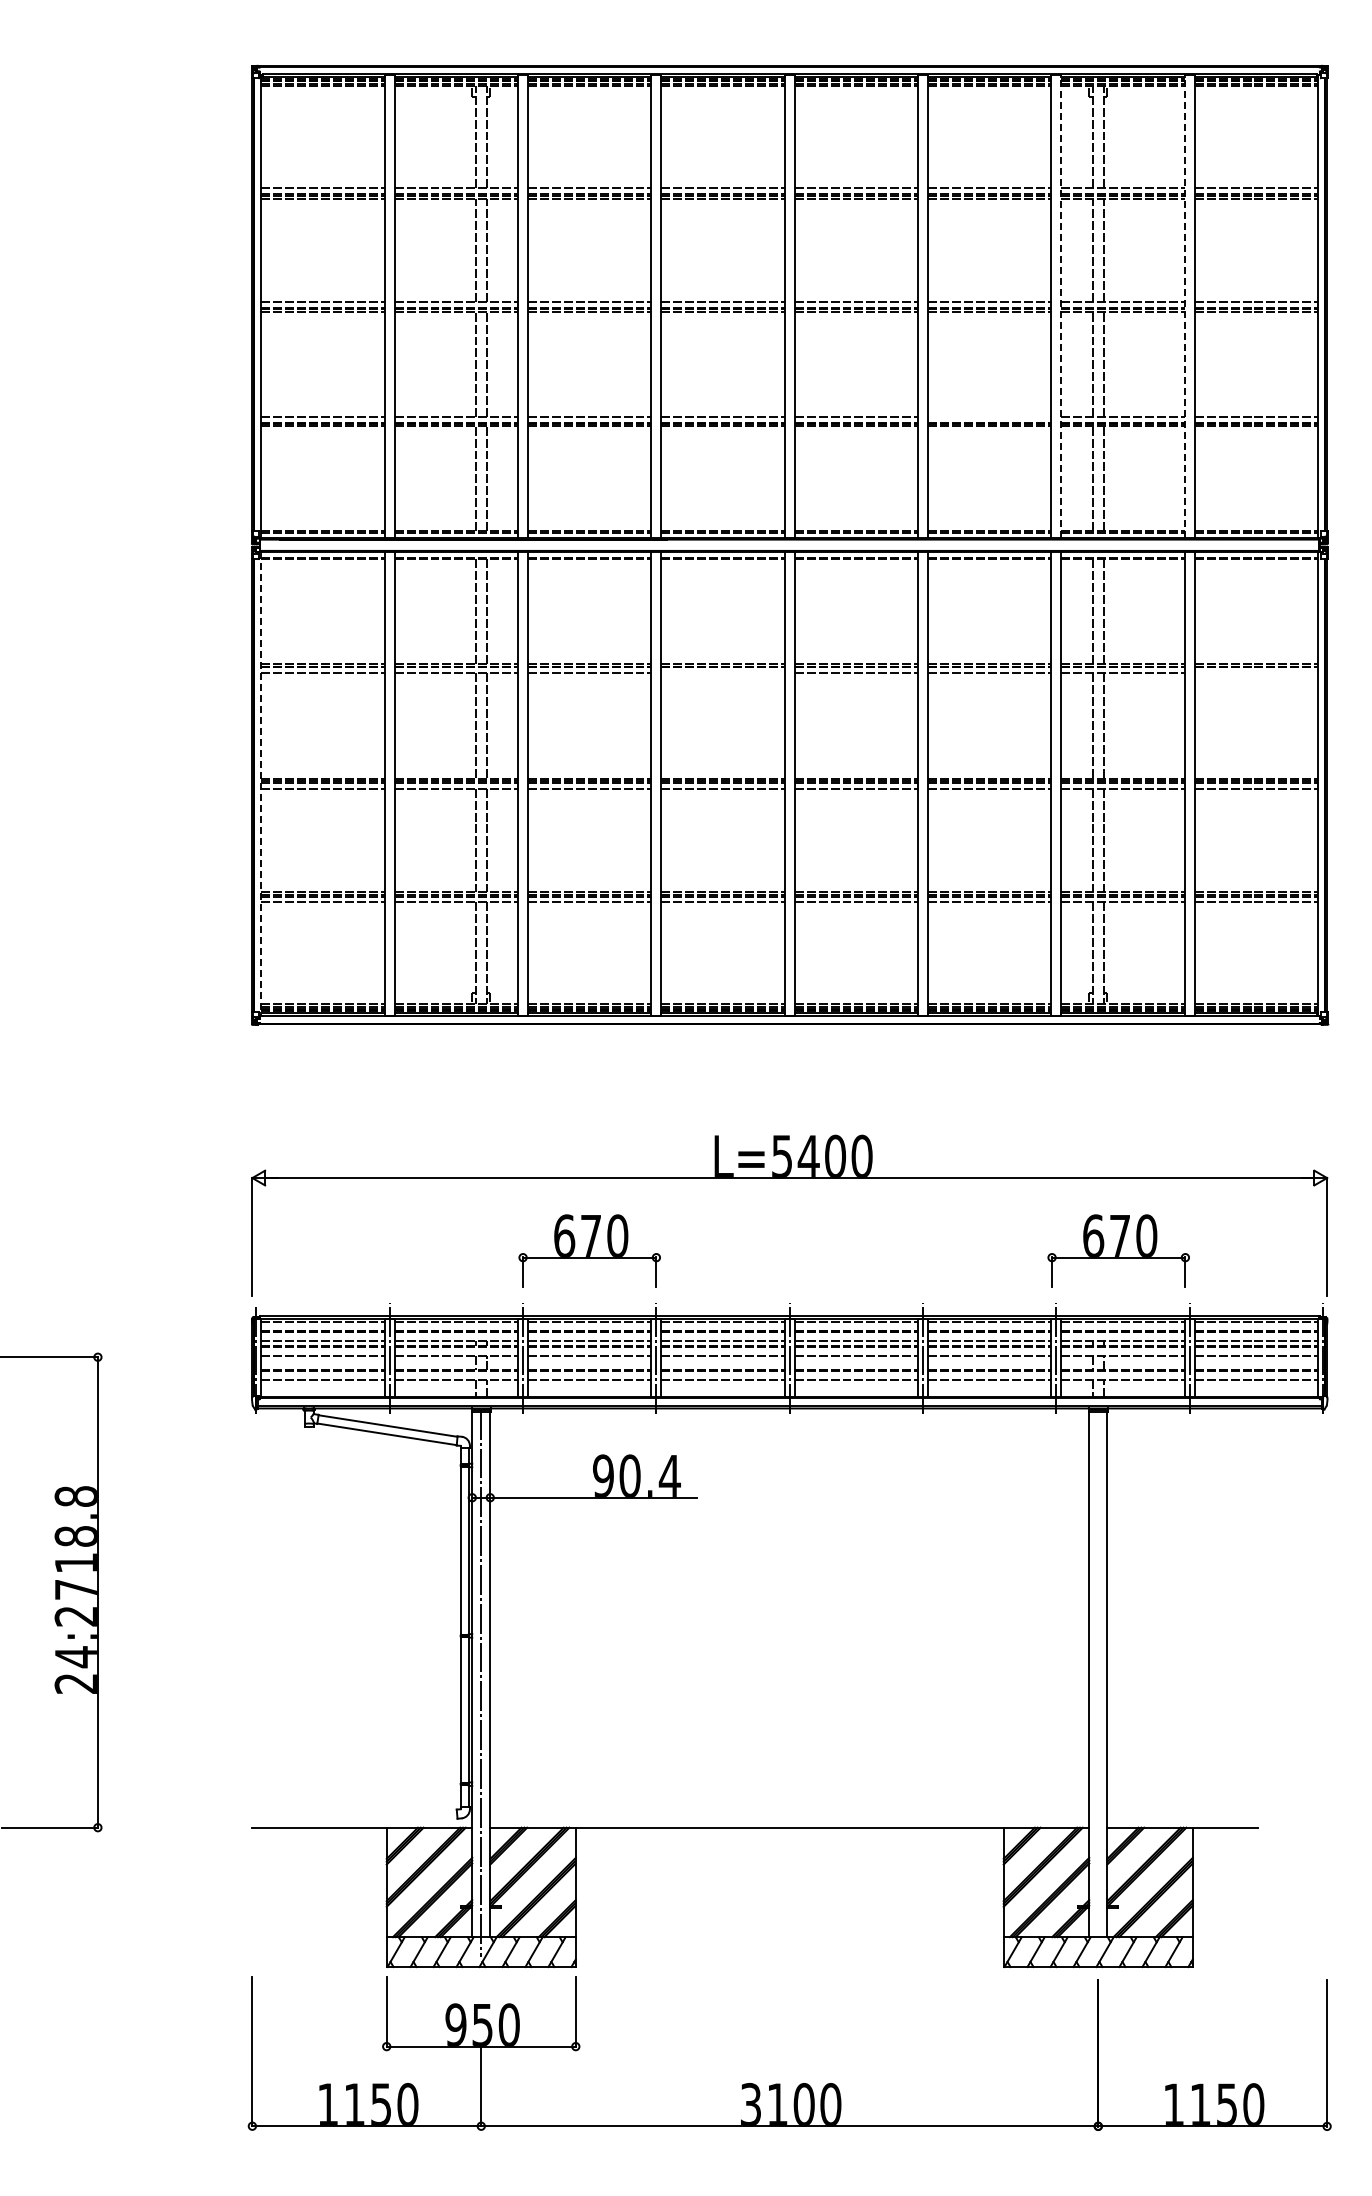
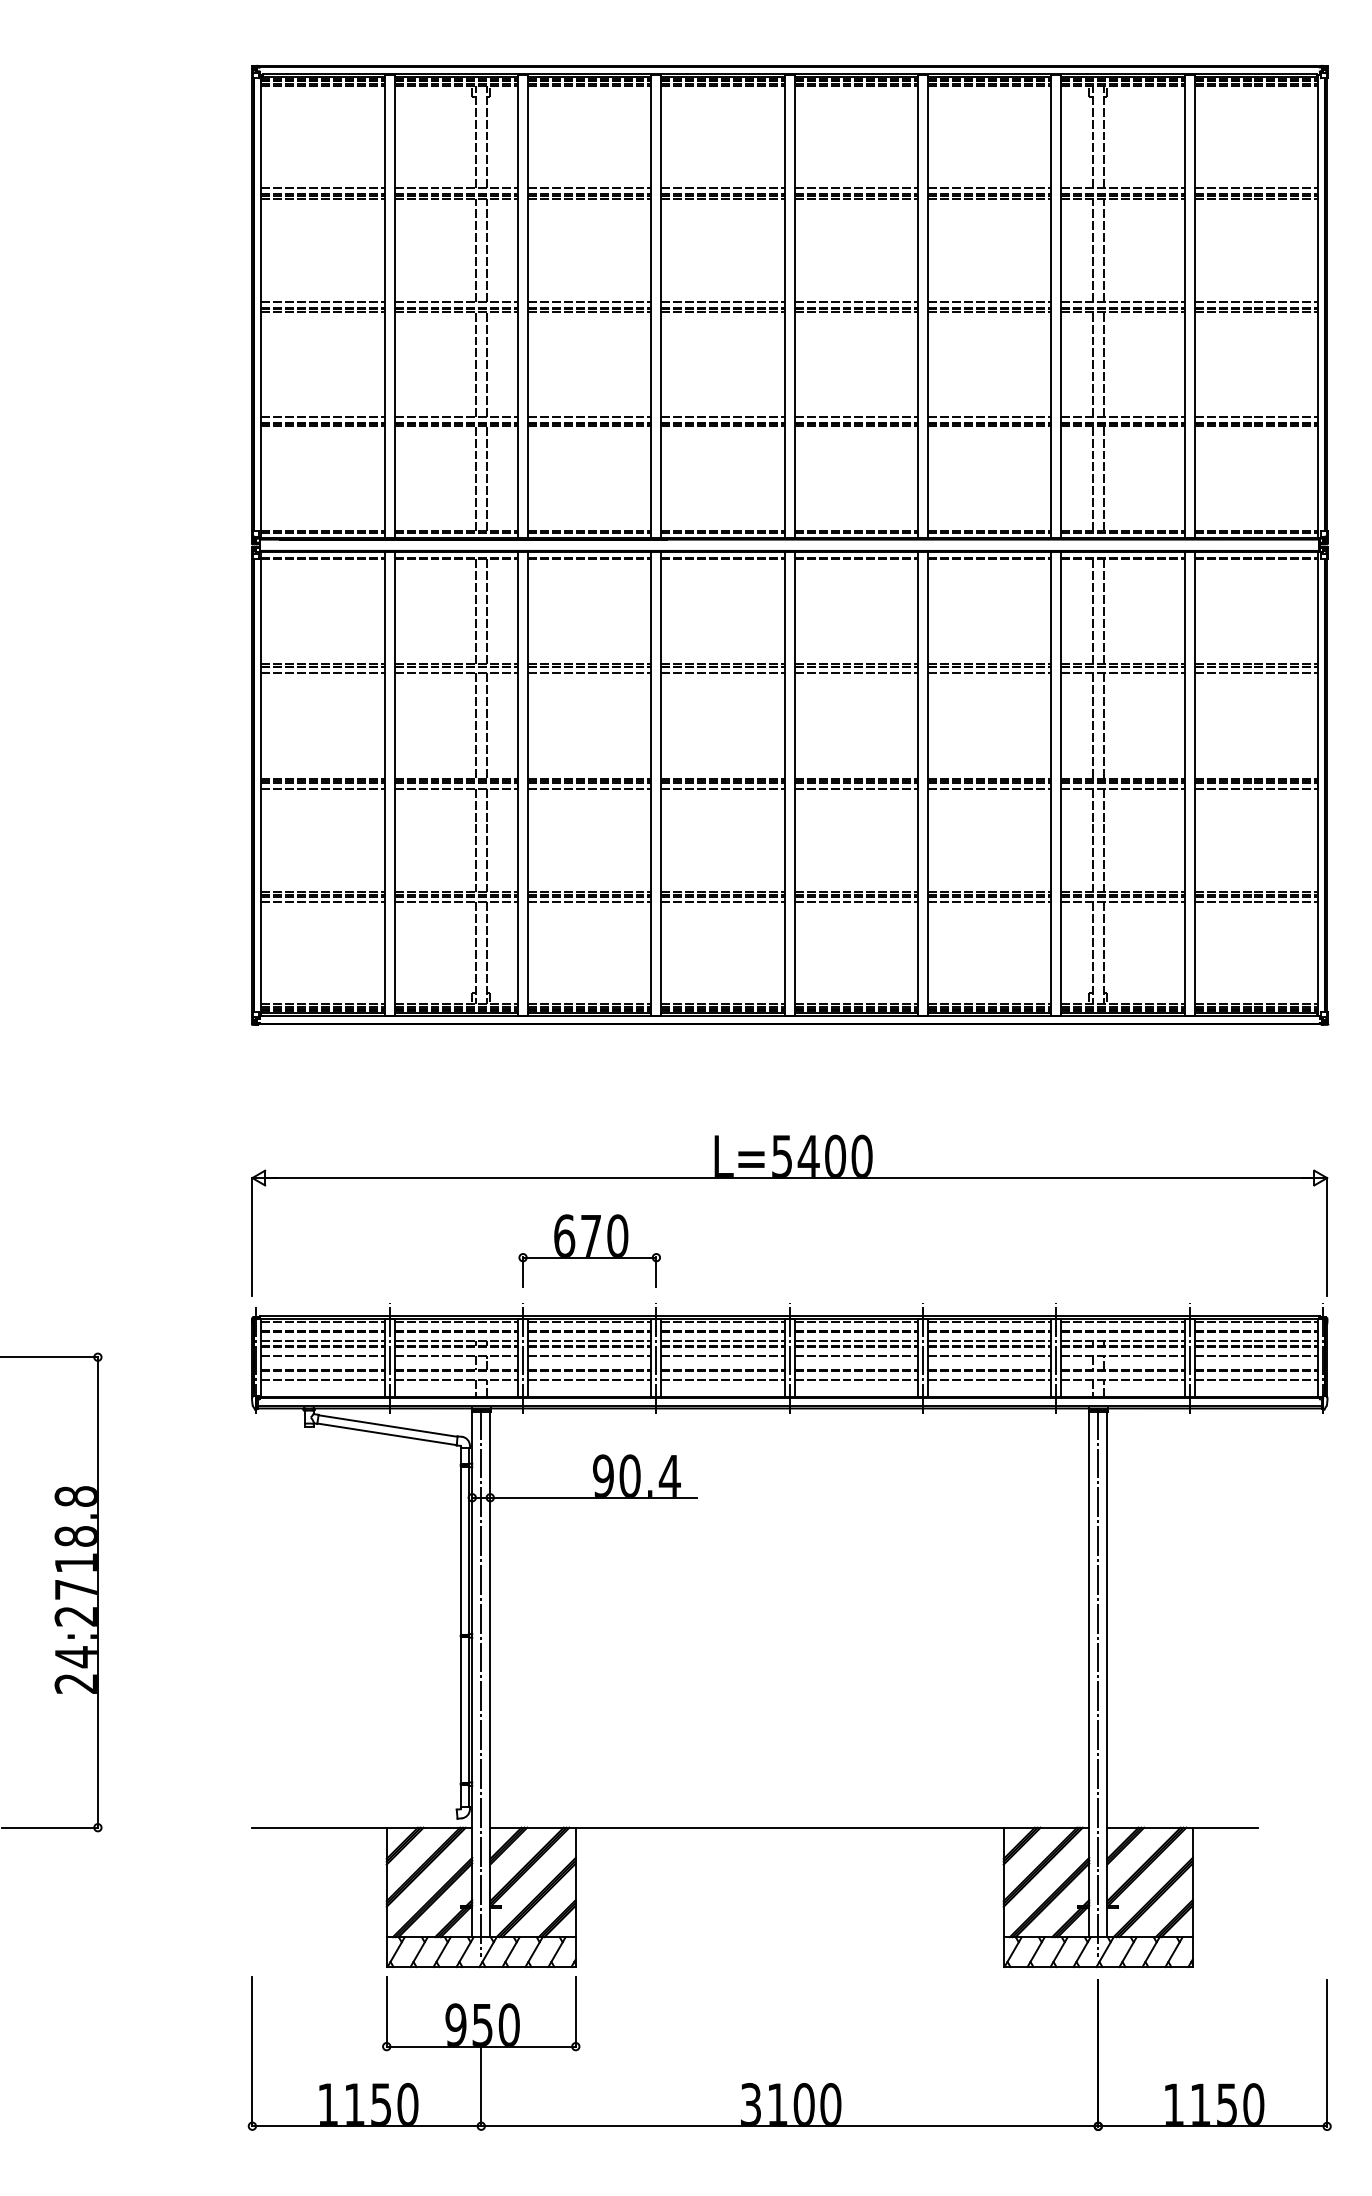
line at (1061, 306): dashed -> solid
line at (1184, 306): dashed -> solid
line at (989, 417): none -> present
line at (722, 673): none -> present
line at (1256, 673): none -> present
line at (261, 784): dashed -> solid
part at (1118, 1250): present -> none
line at (1098, 1683): none -> present
